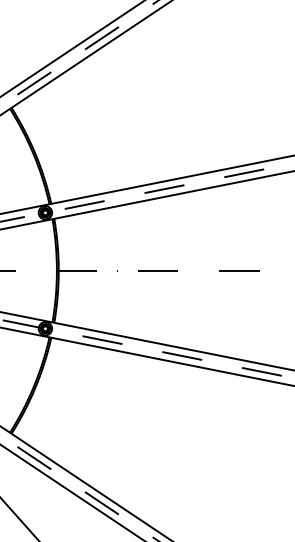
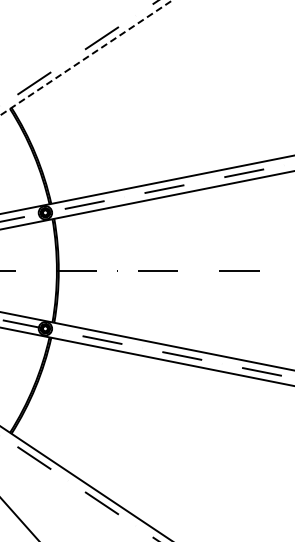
line at (71, 48): present -> none
line at (86, 57): solid -> dashed
line at (71, 491): present -> none
